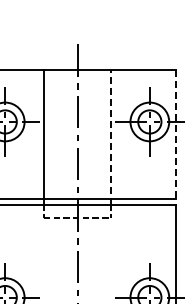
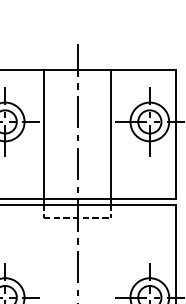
line at (175, 134): dashed -> solid
line at (111, 136): dashed -> solid
